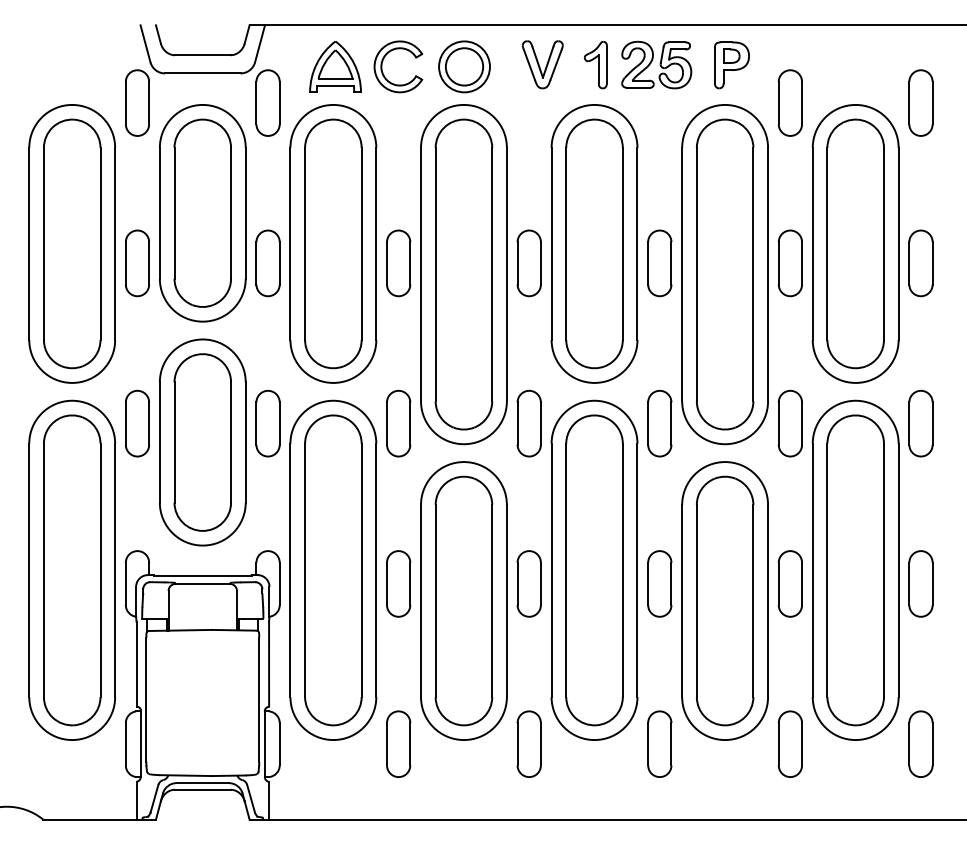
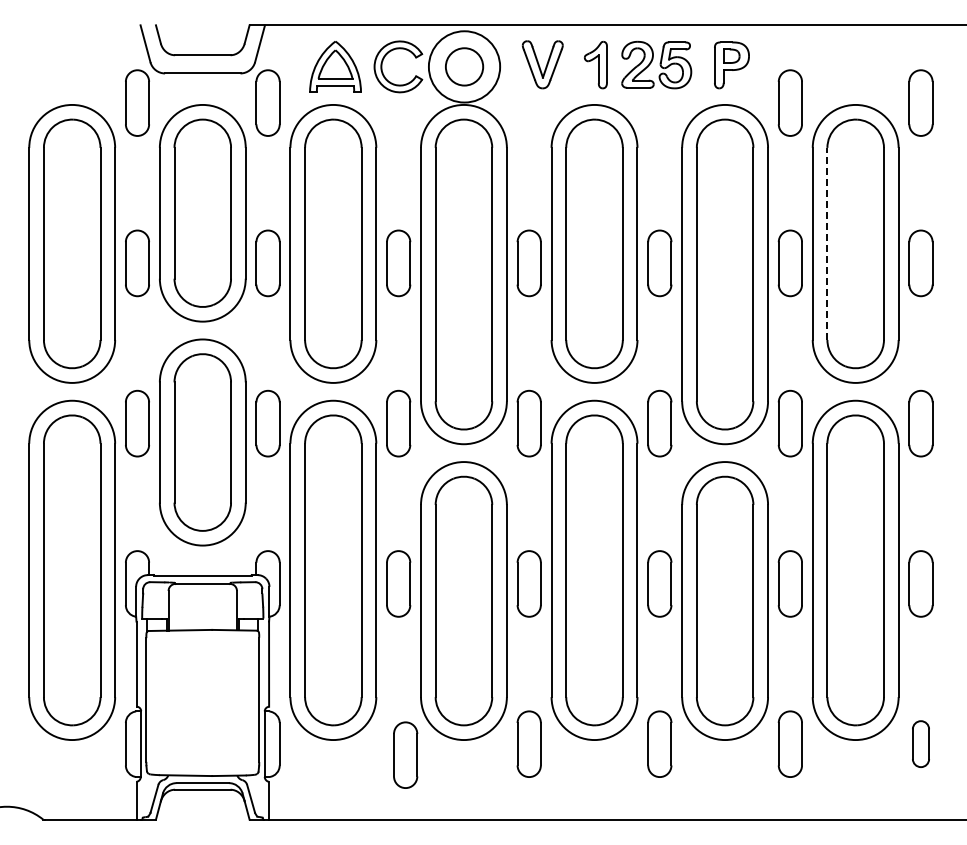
circle at (464, 66) diameter: 51 px -> 71 px
line at (827, 243): solid -> dashed
part at (398, 743) position: (398, 743) -> (405, 754)
part at (920, 743) size: 26x68 px -> 18x48 px
